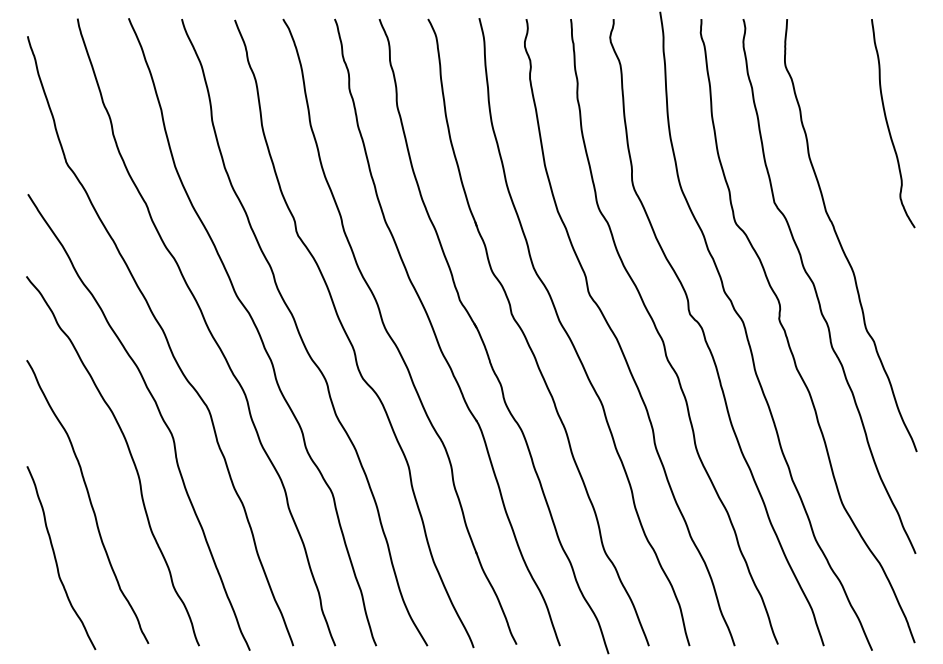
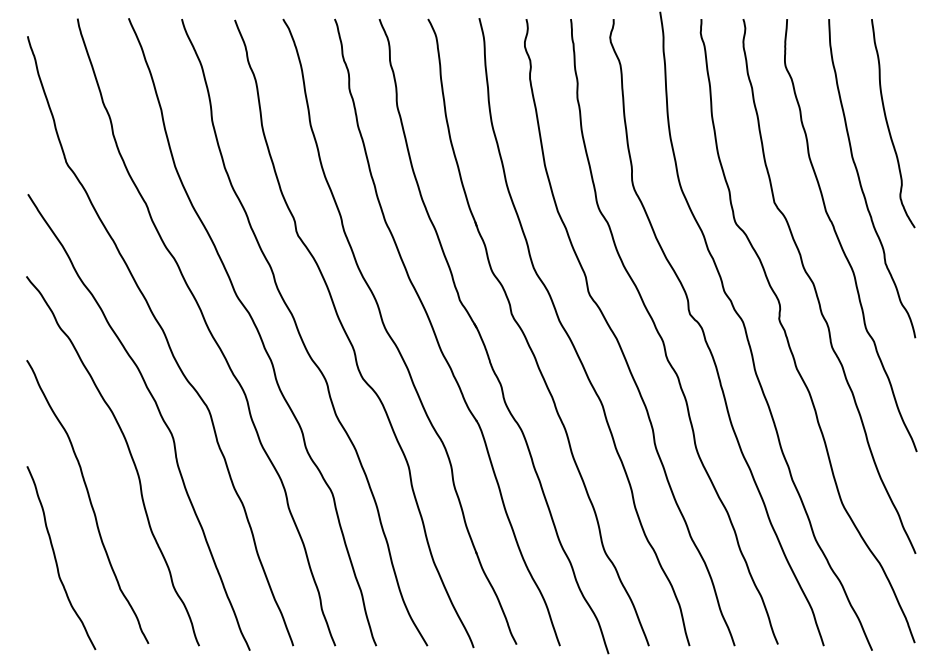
curve at (860, 179): none -> present
